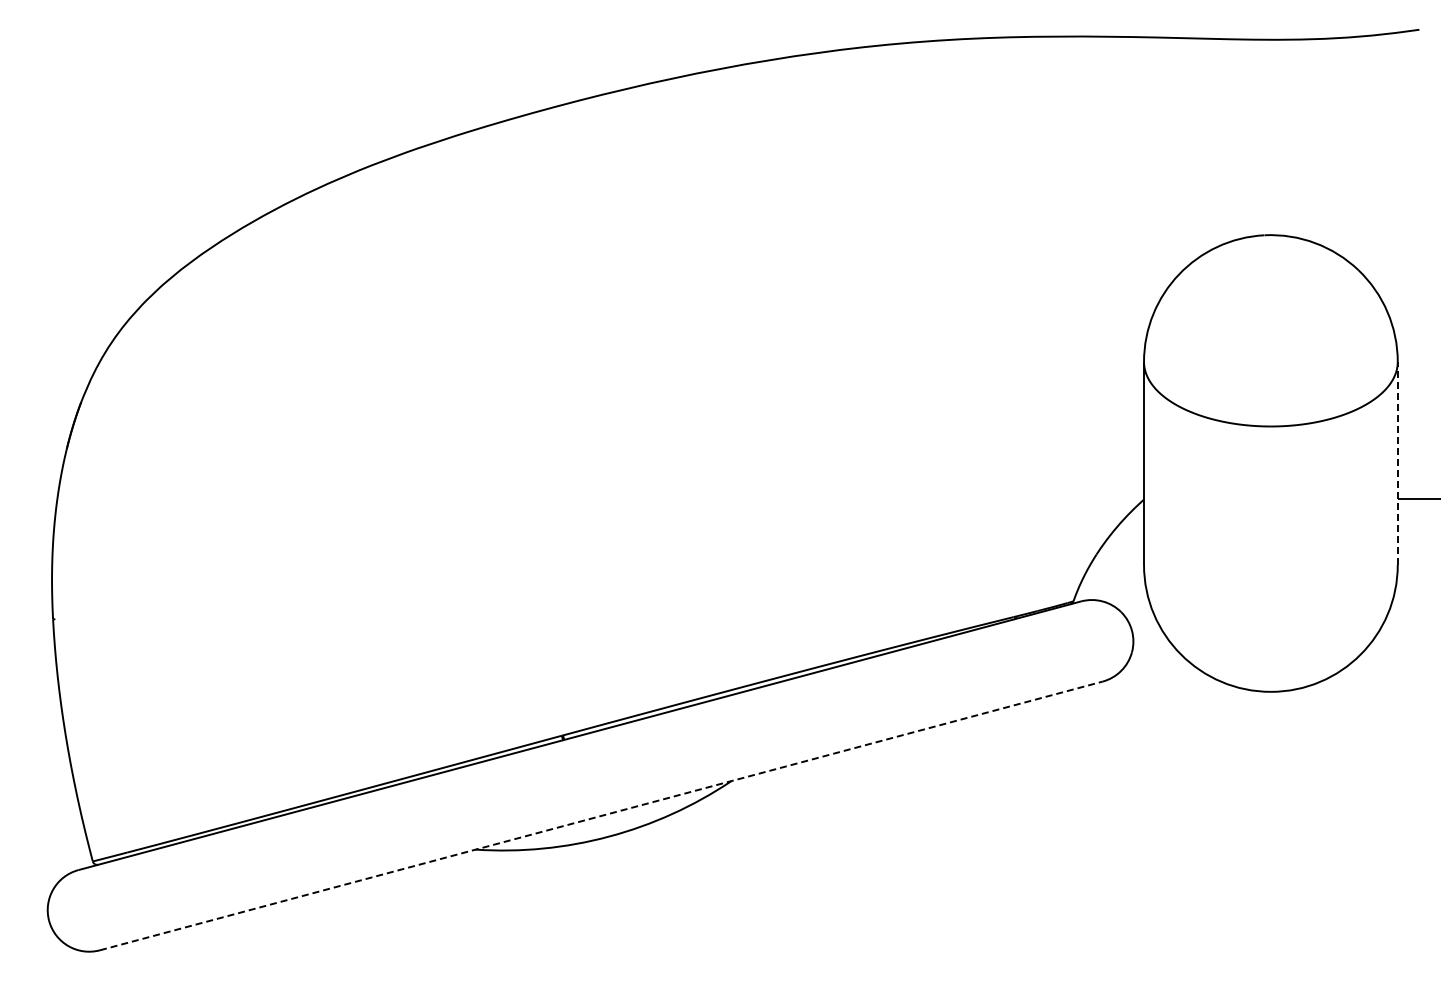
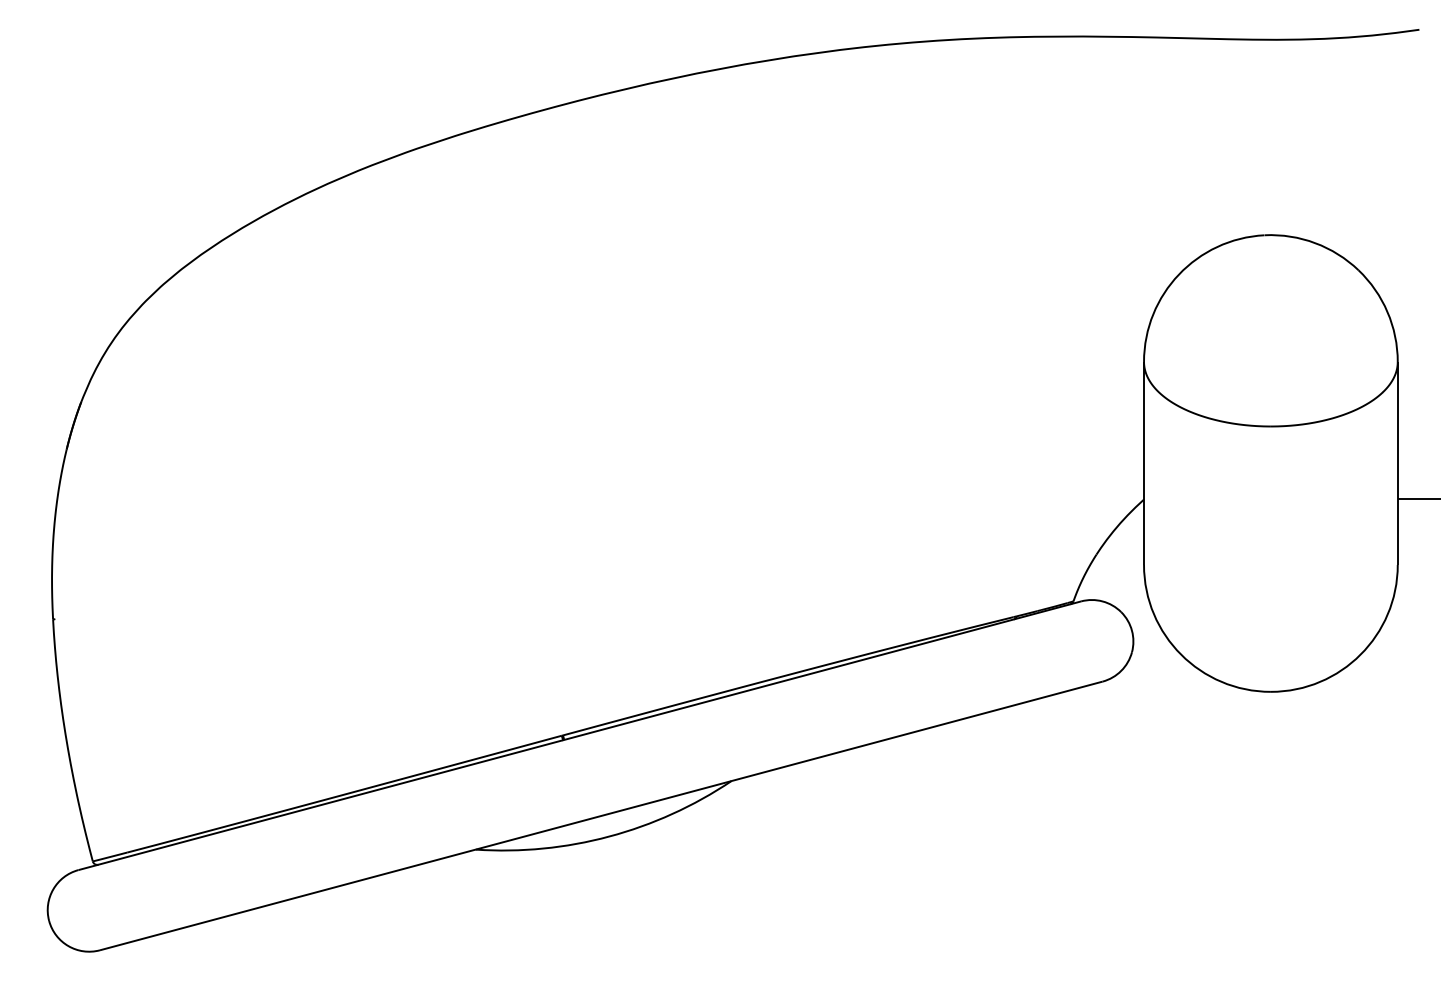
line at (1397, 462): dashed -> solid
line at (601, 815): dashed -> solid
